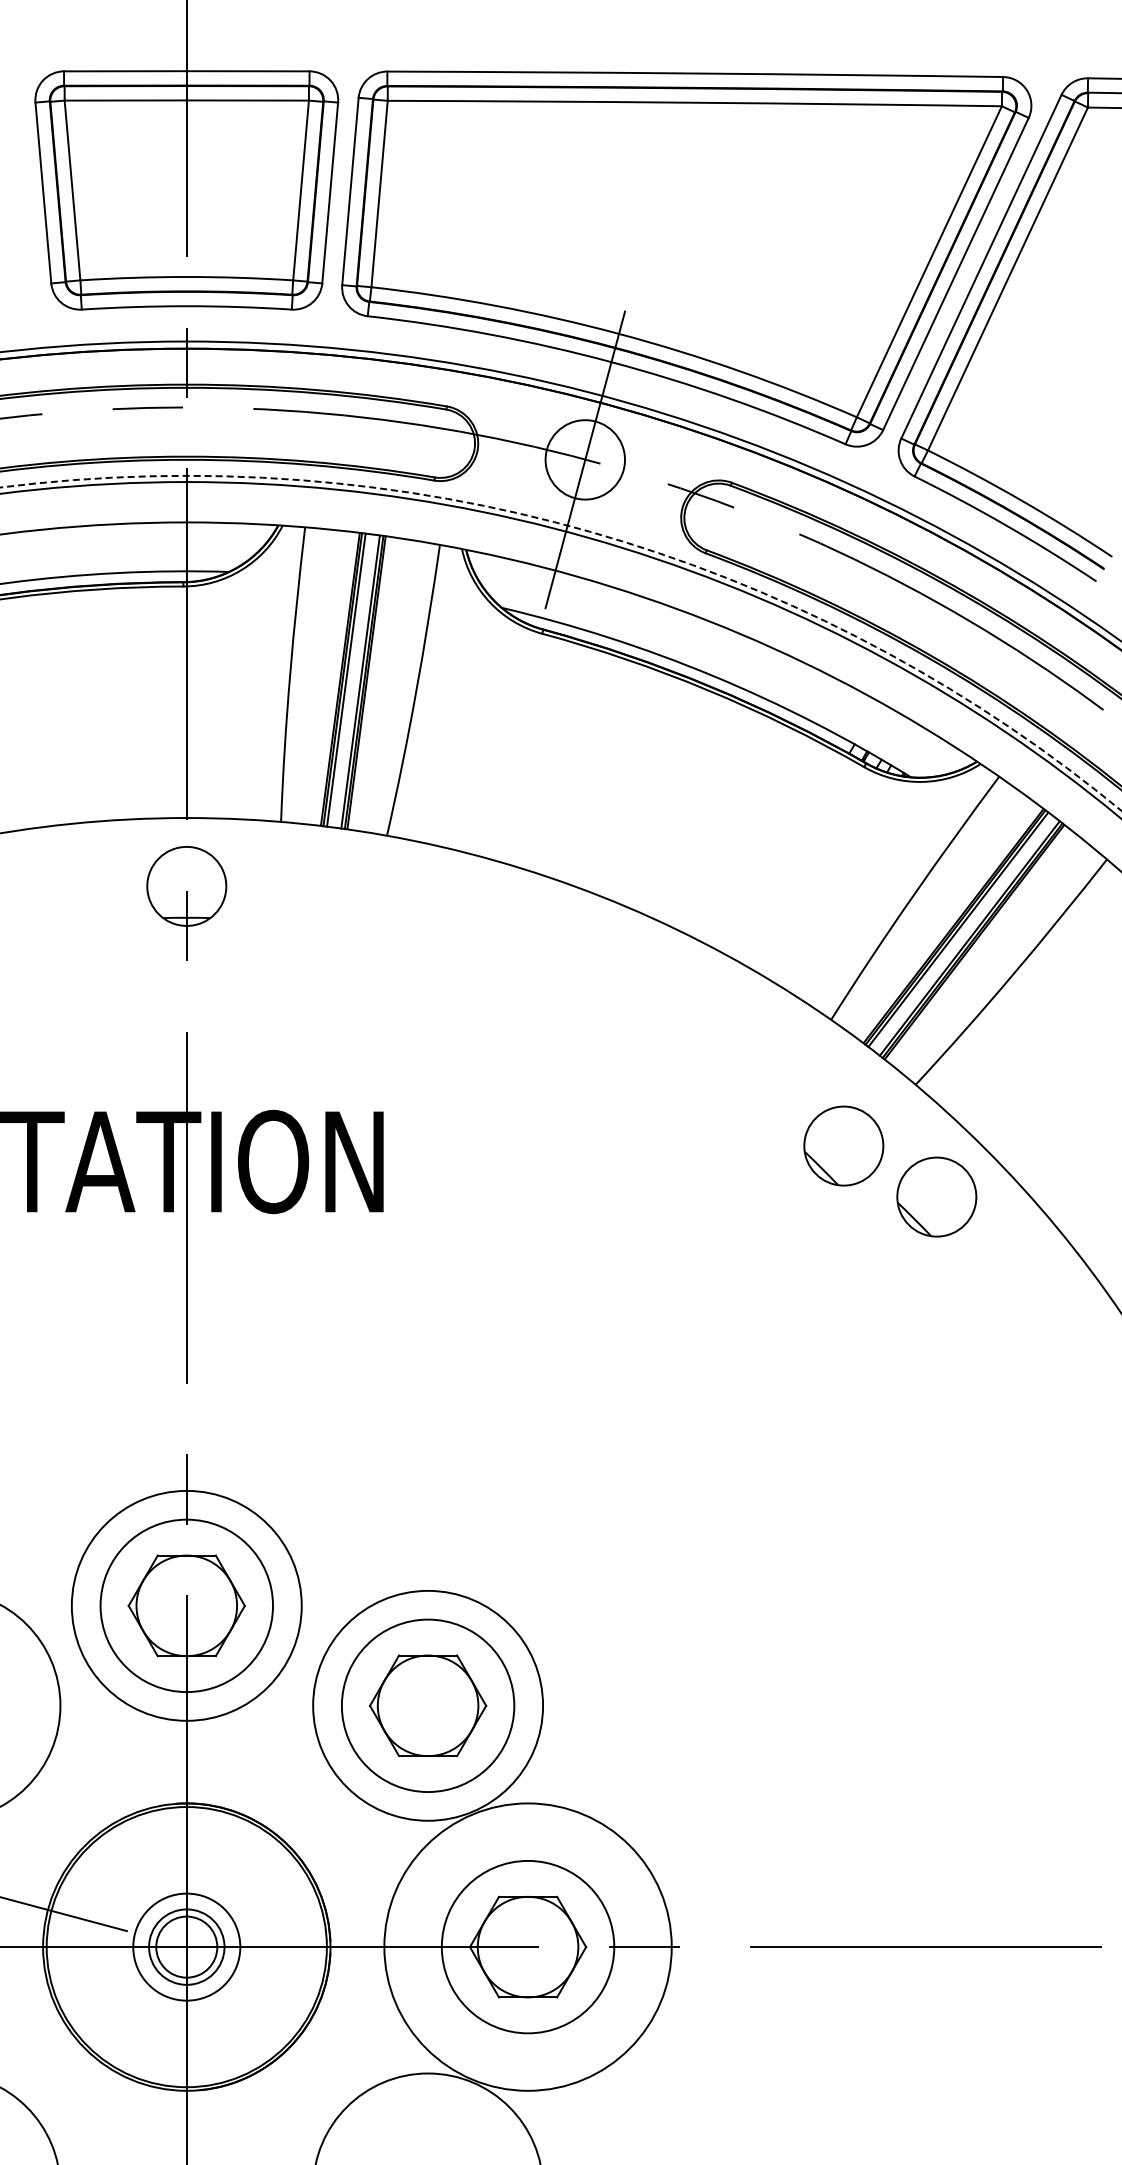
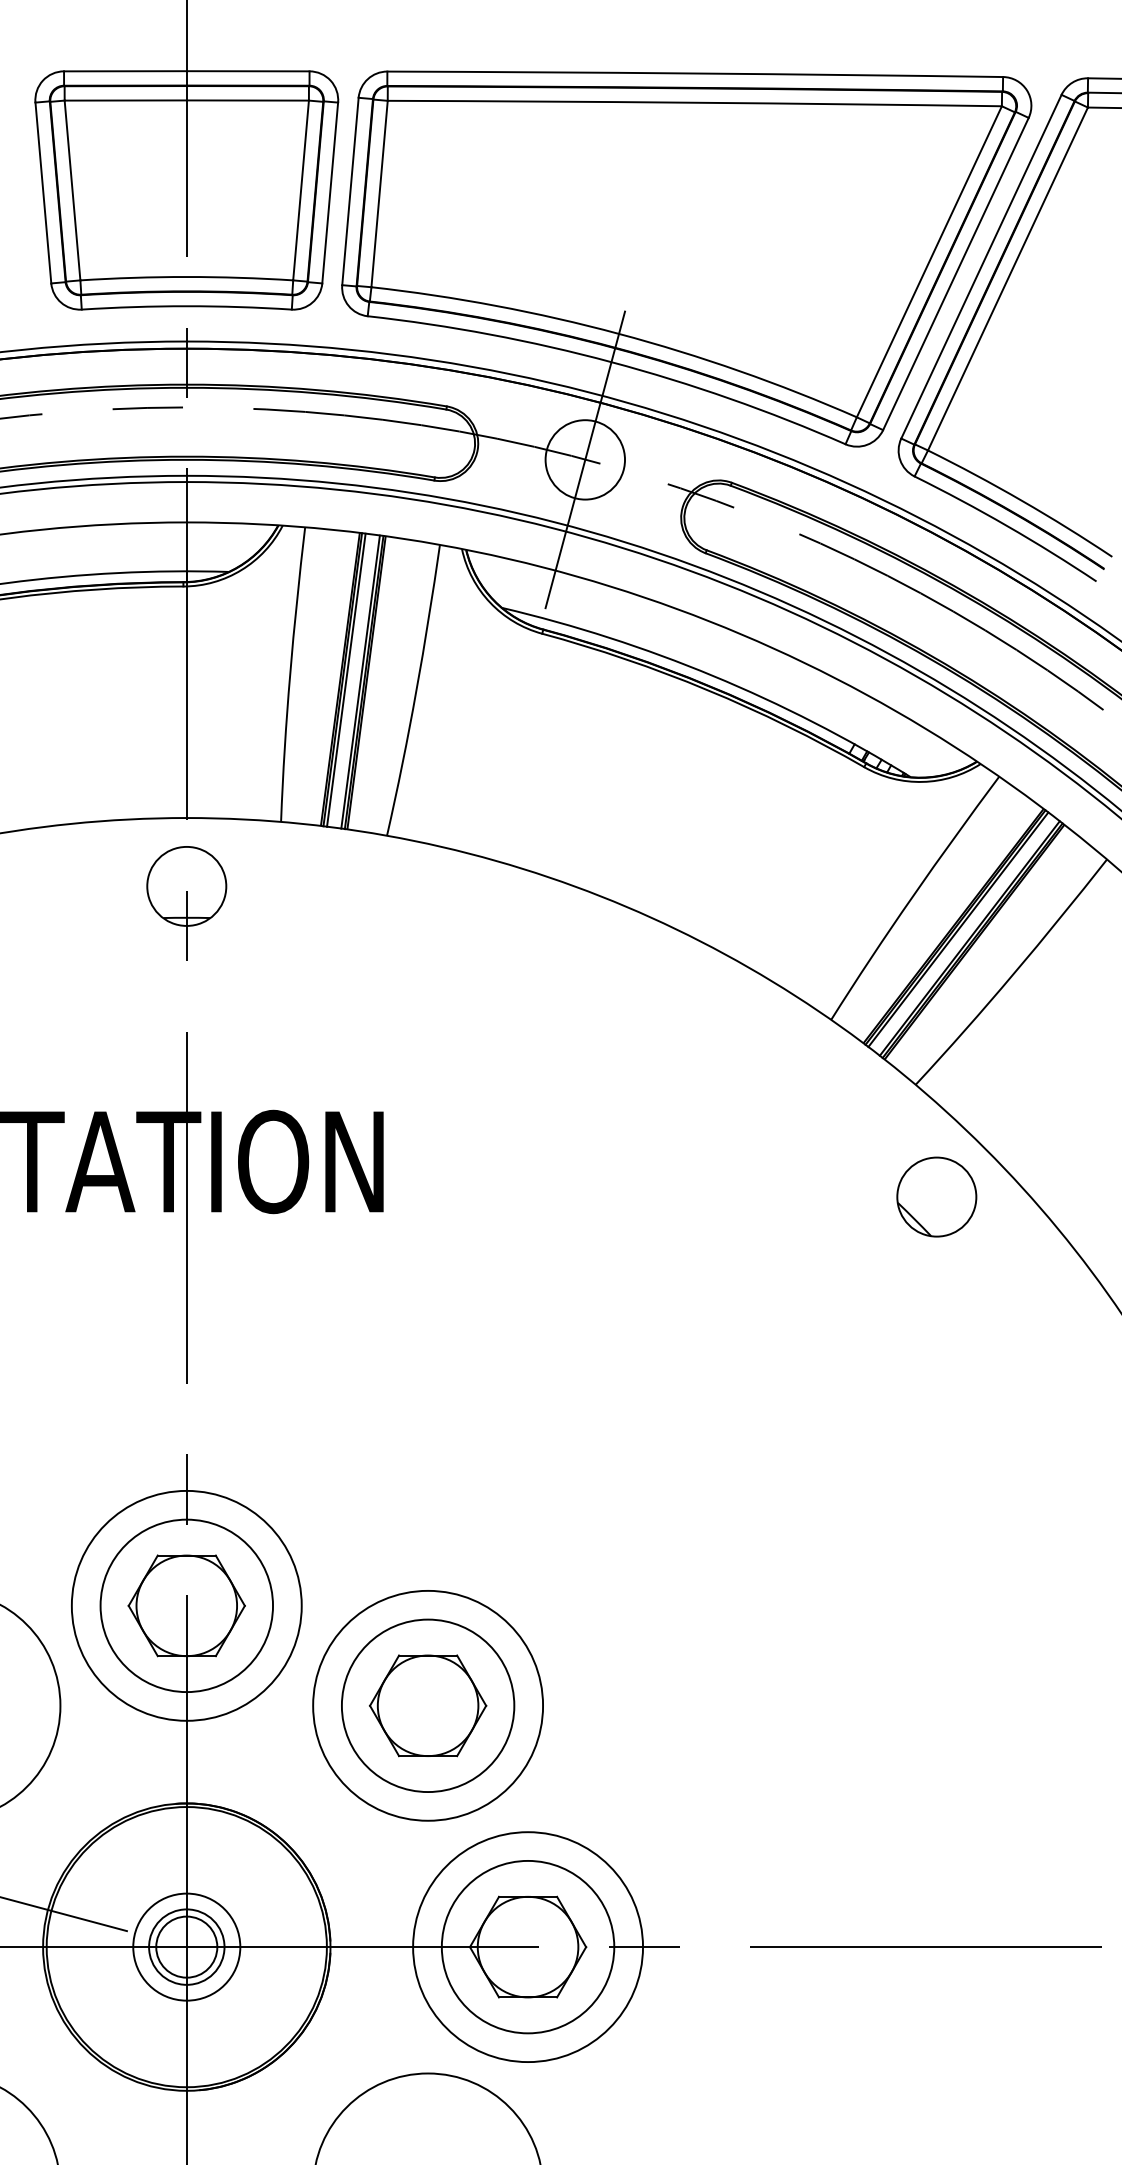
circle at (560, 643): dashed -> solid
part at (843, 1145): present -> none
circle at (527, 1946) diameter: 287 px -> 230 px
